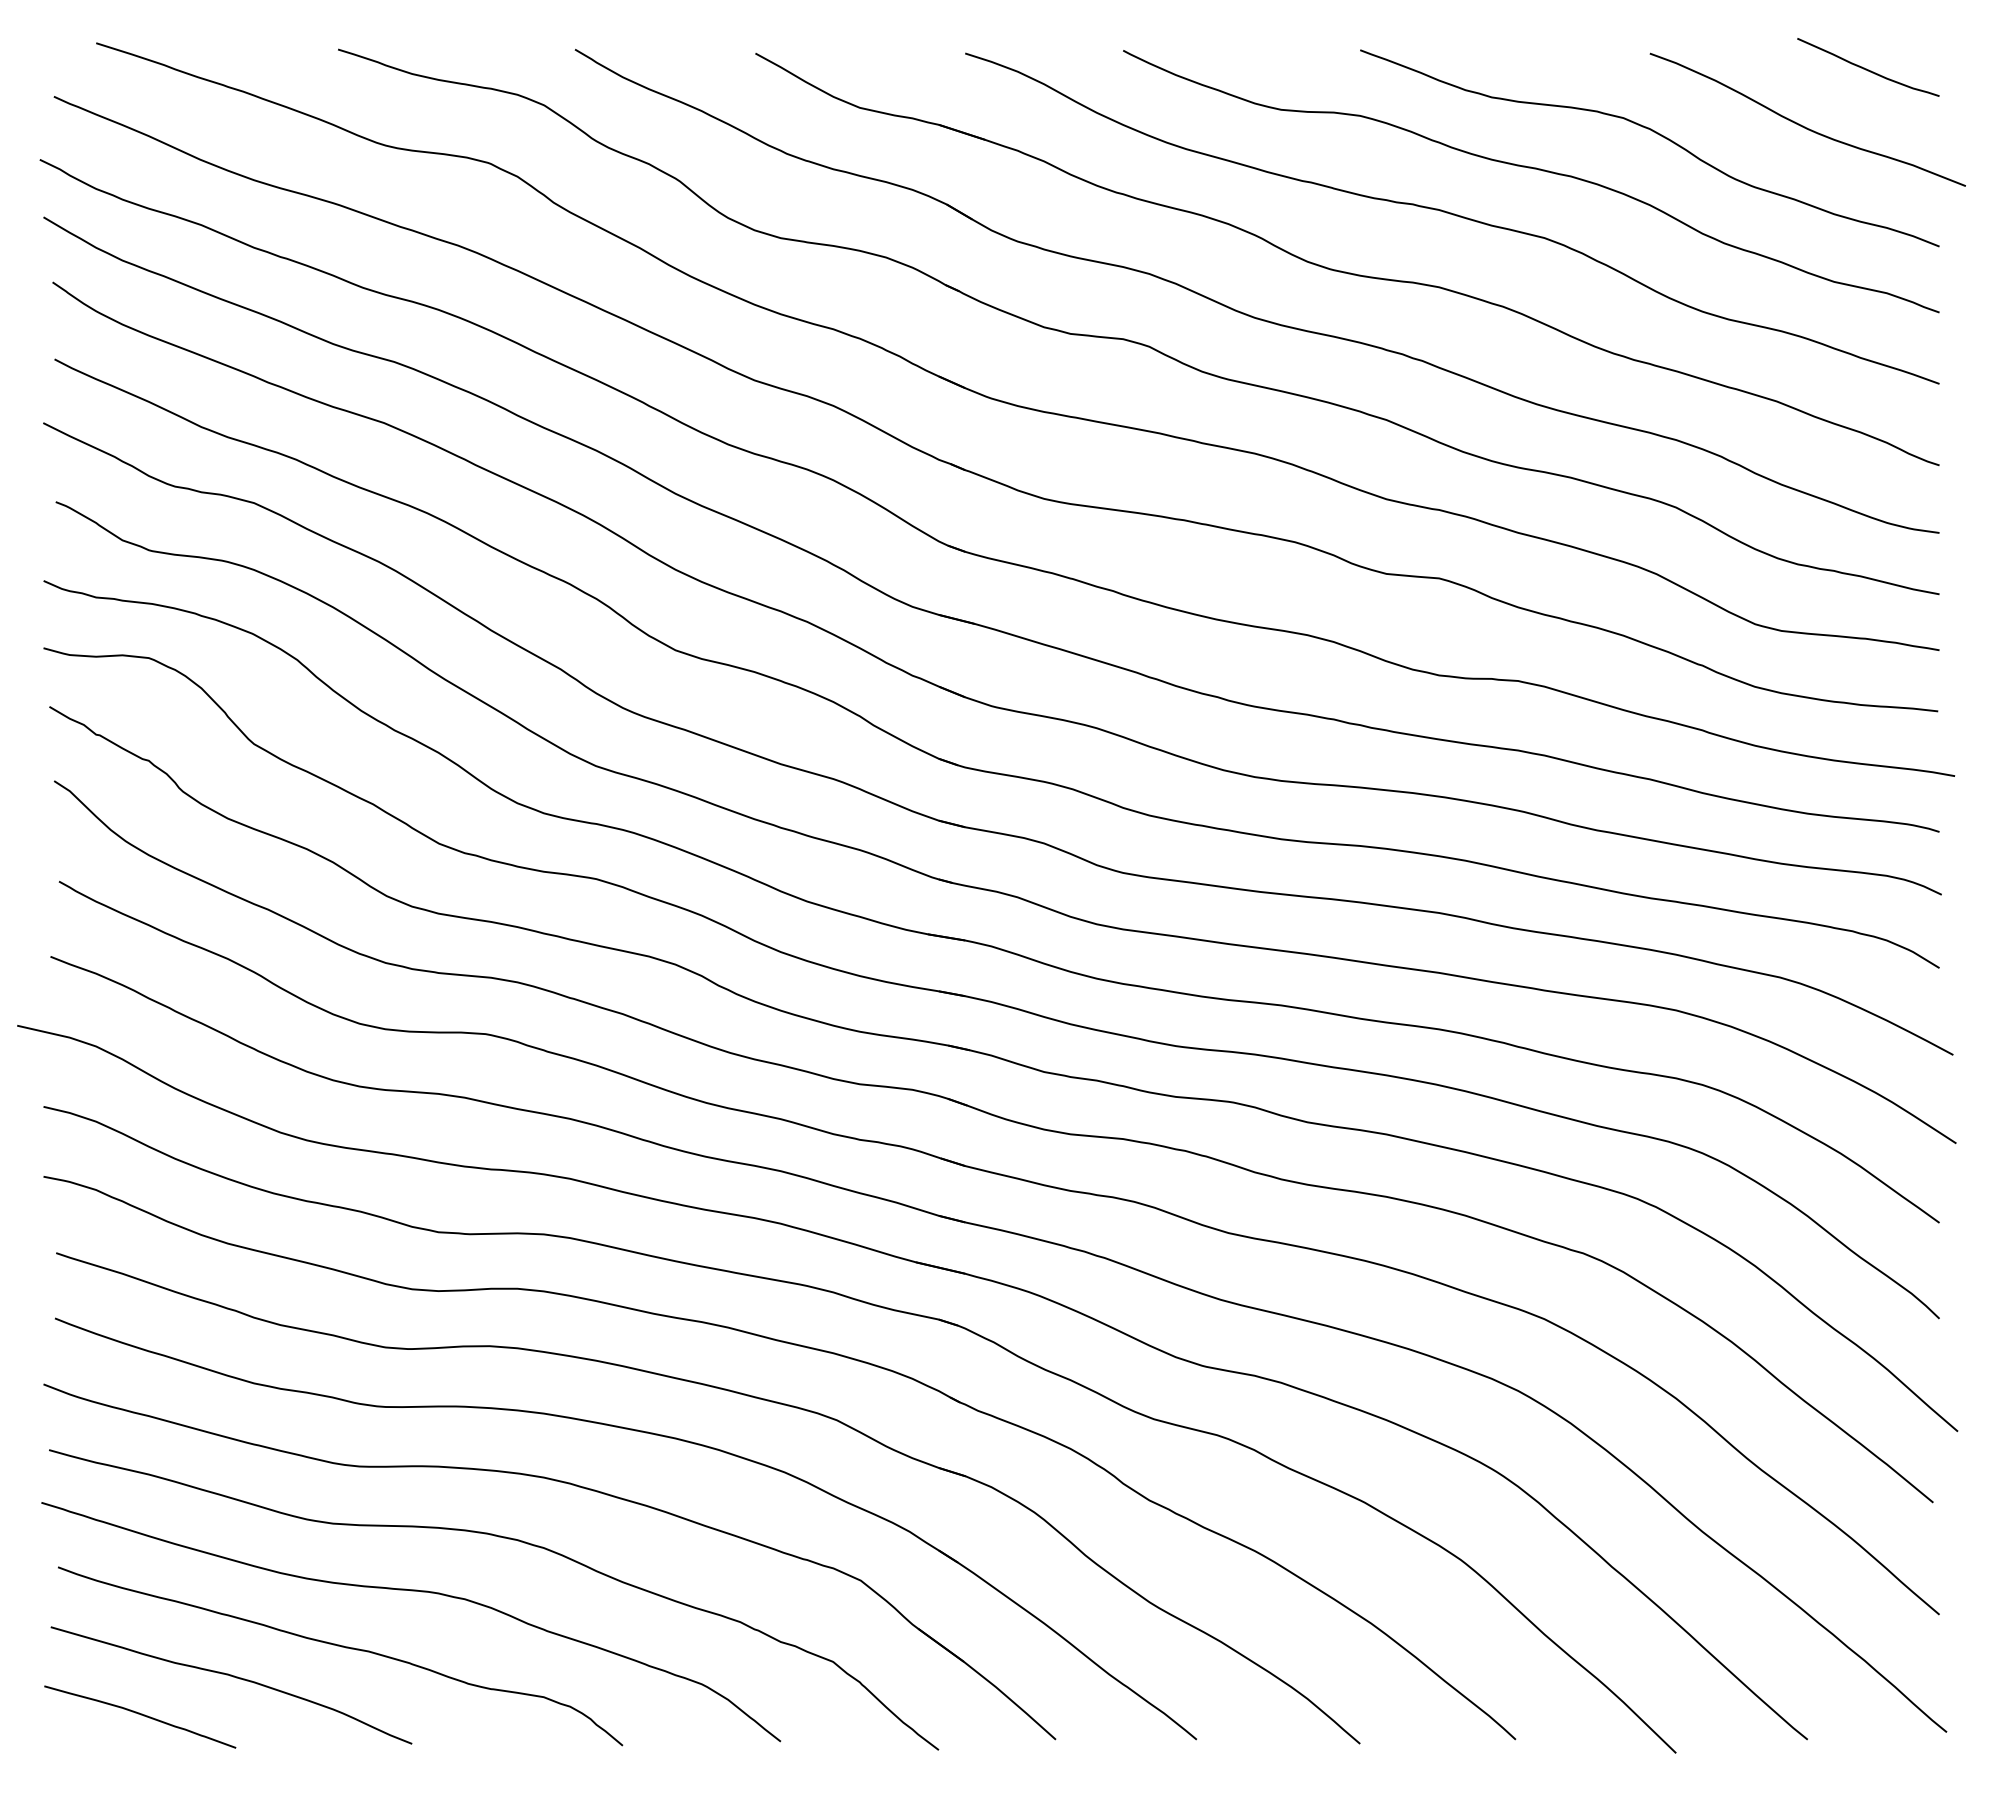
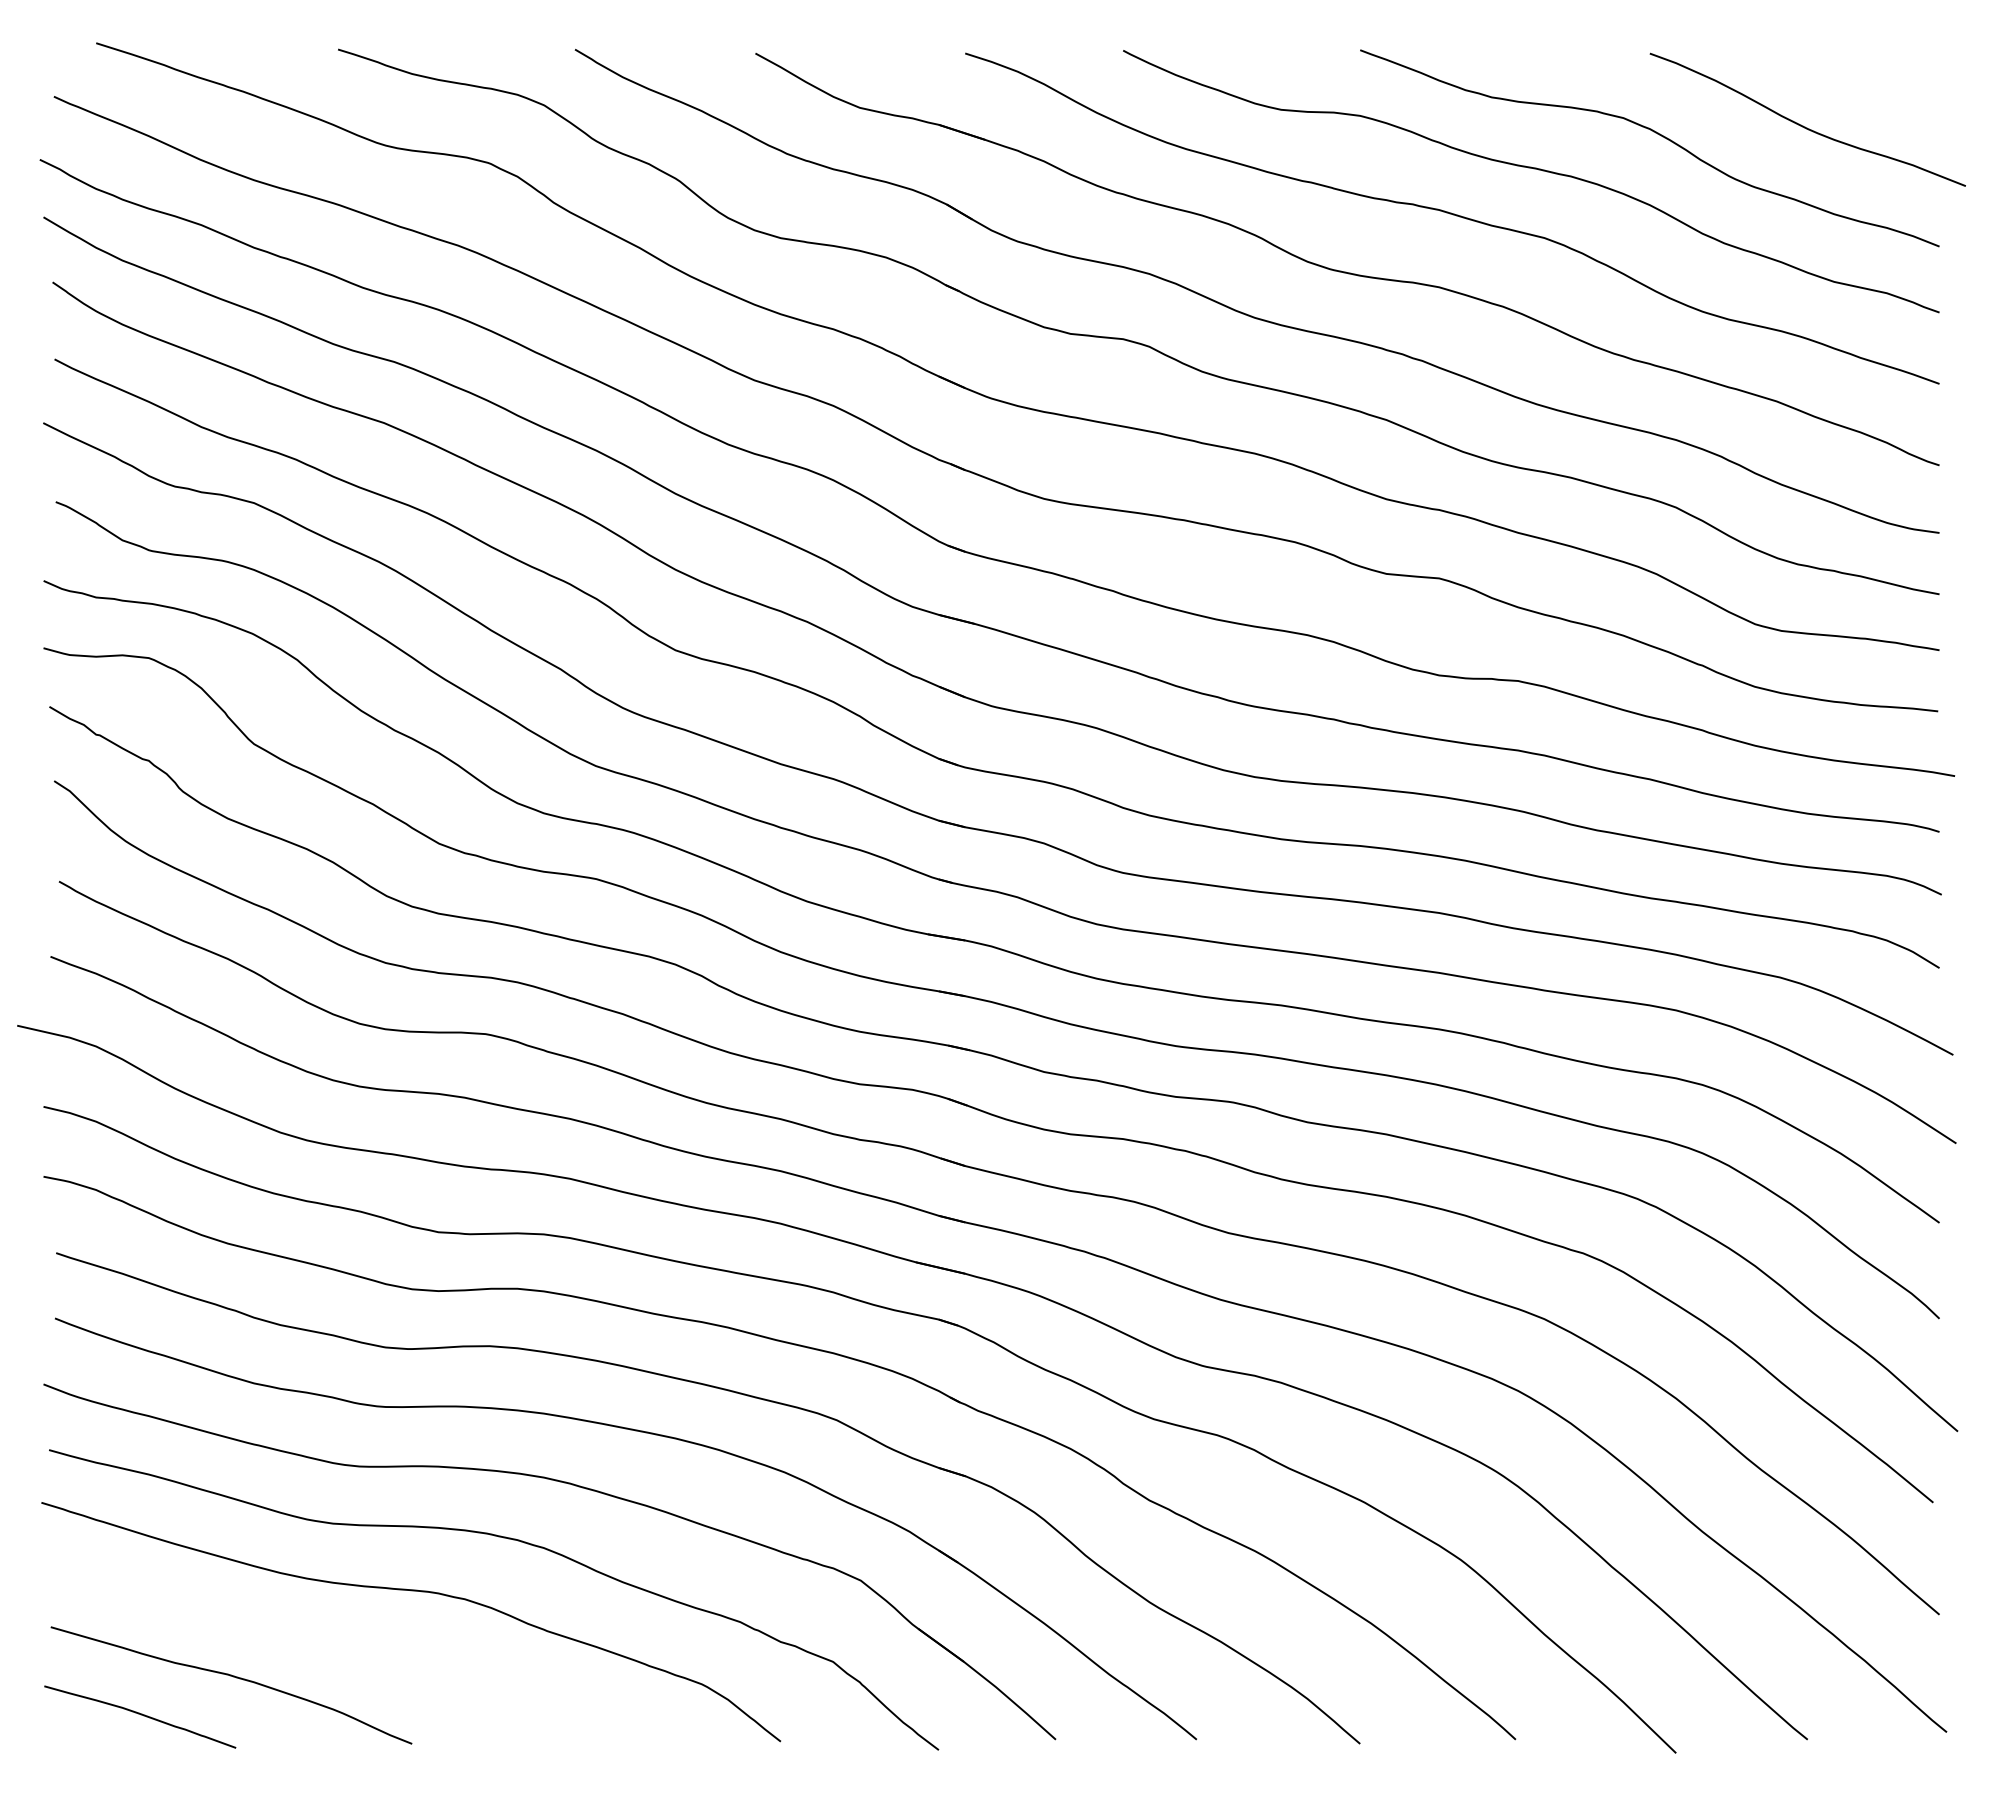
curve at (1868, 69): present -> none
curve at (341, 1647): present -> none
